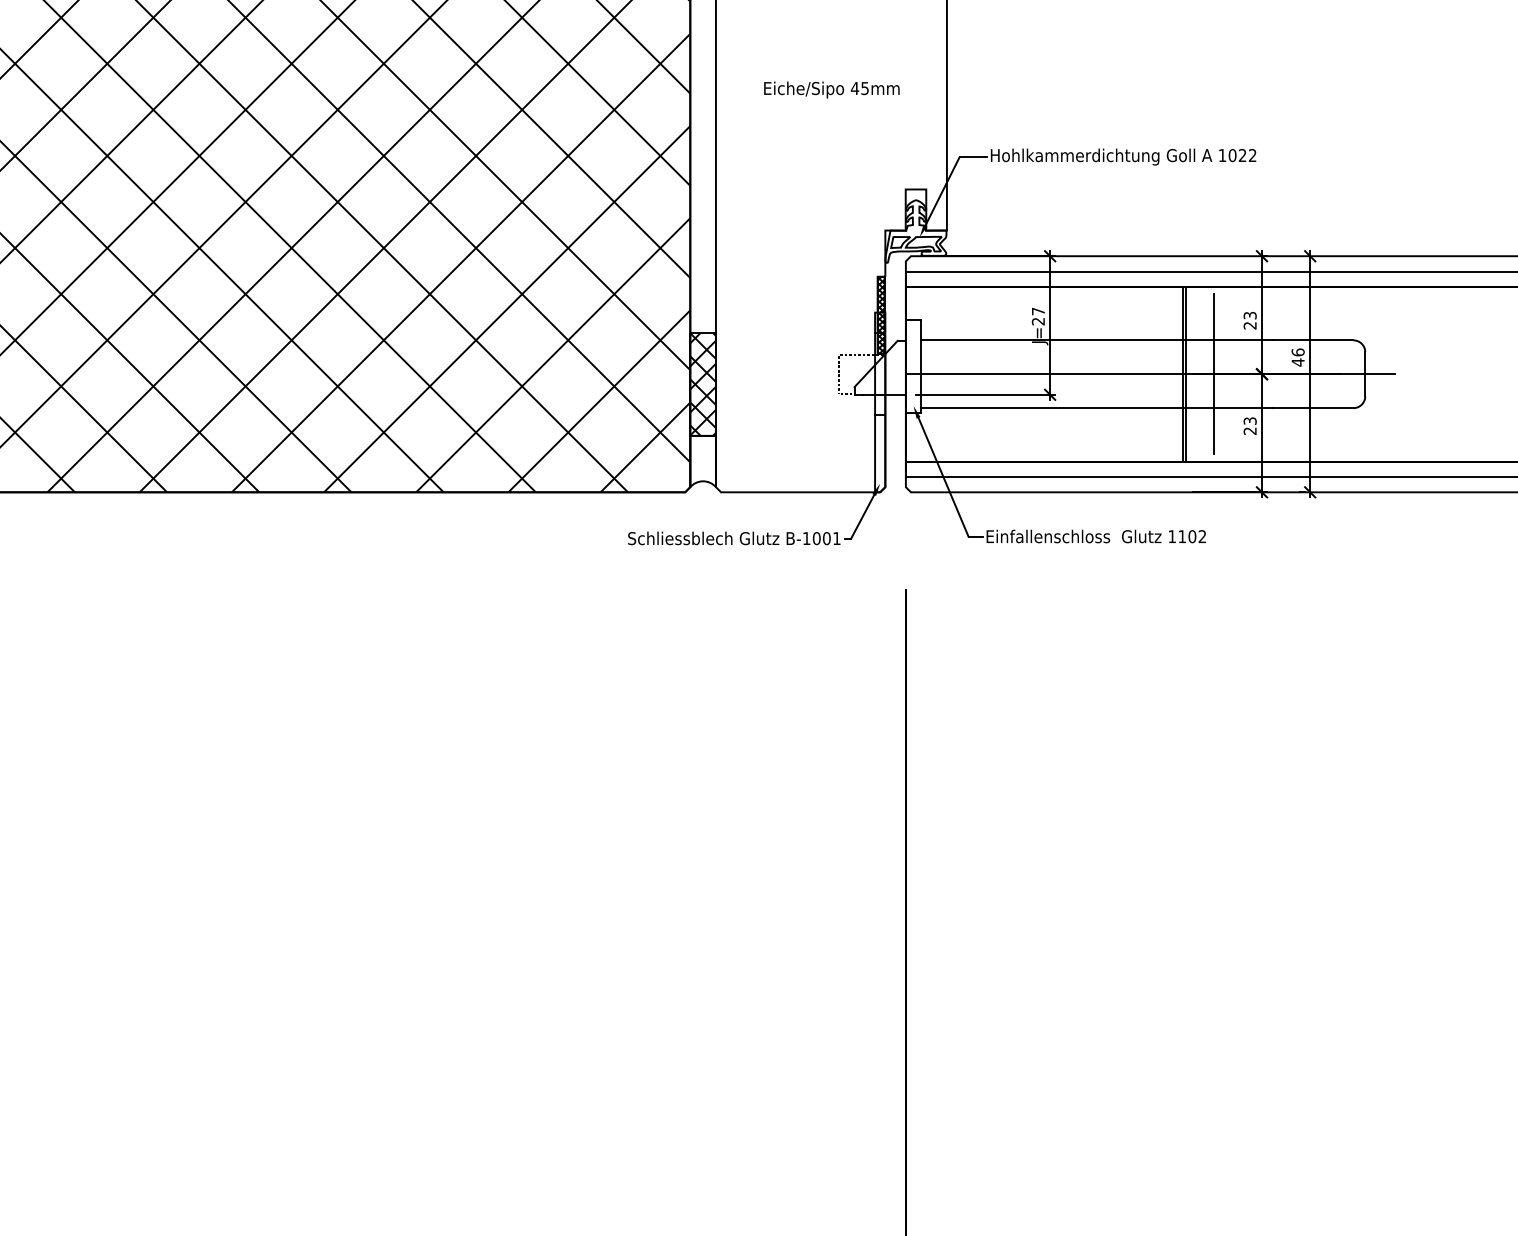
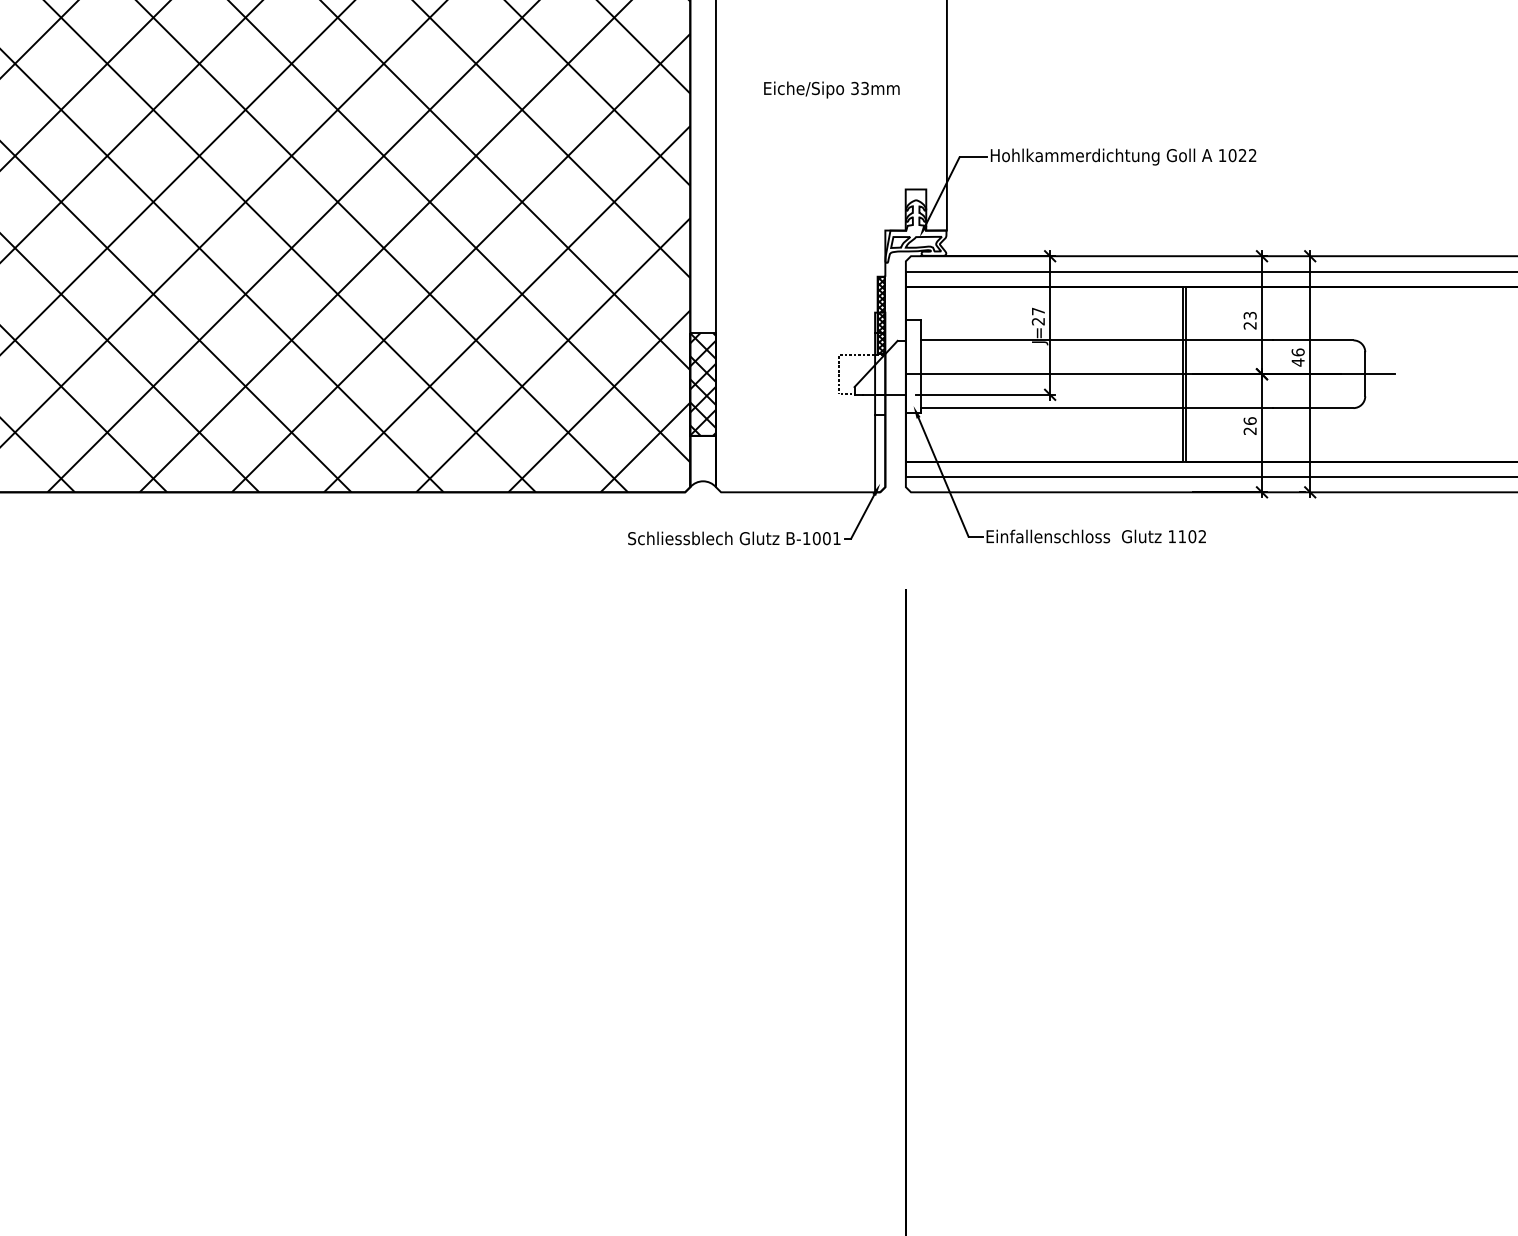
text at (859, 88): 45mm -> 33mm
line at (1213, 374): present -> none
text at (1249, 420): 23 -> 26
